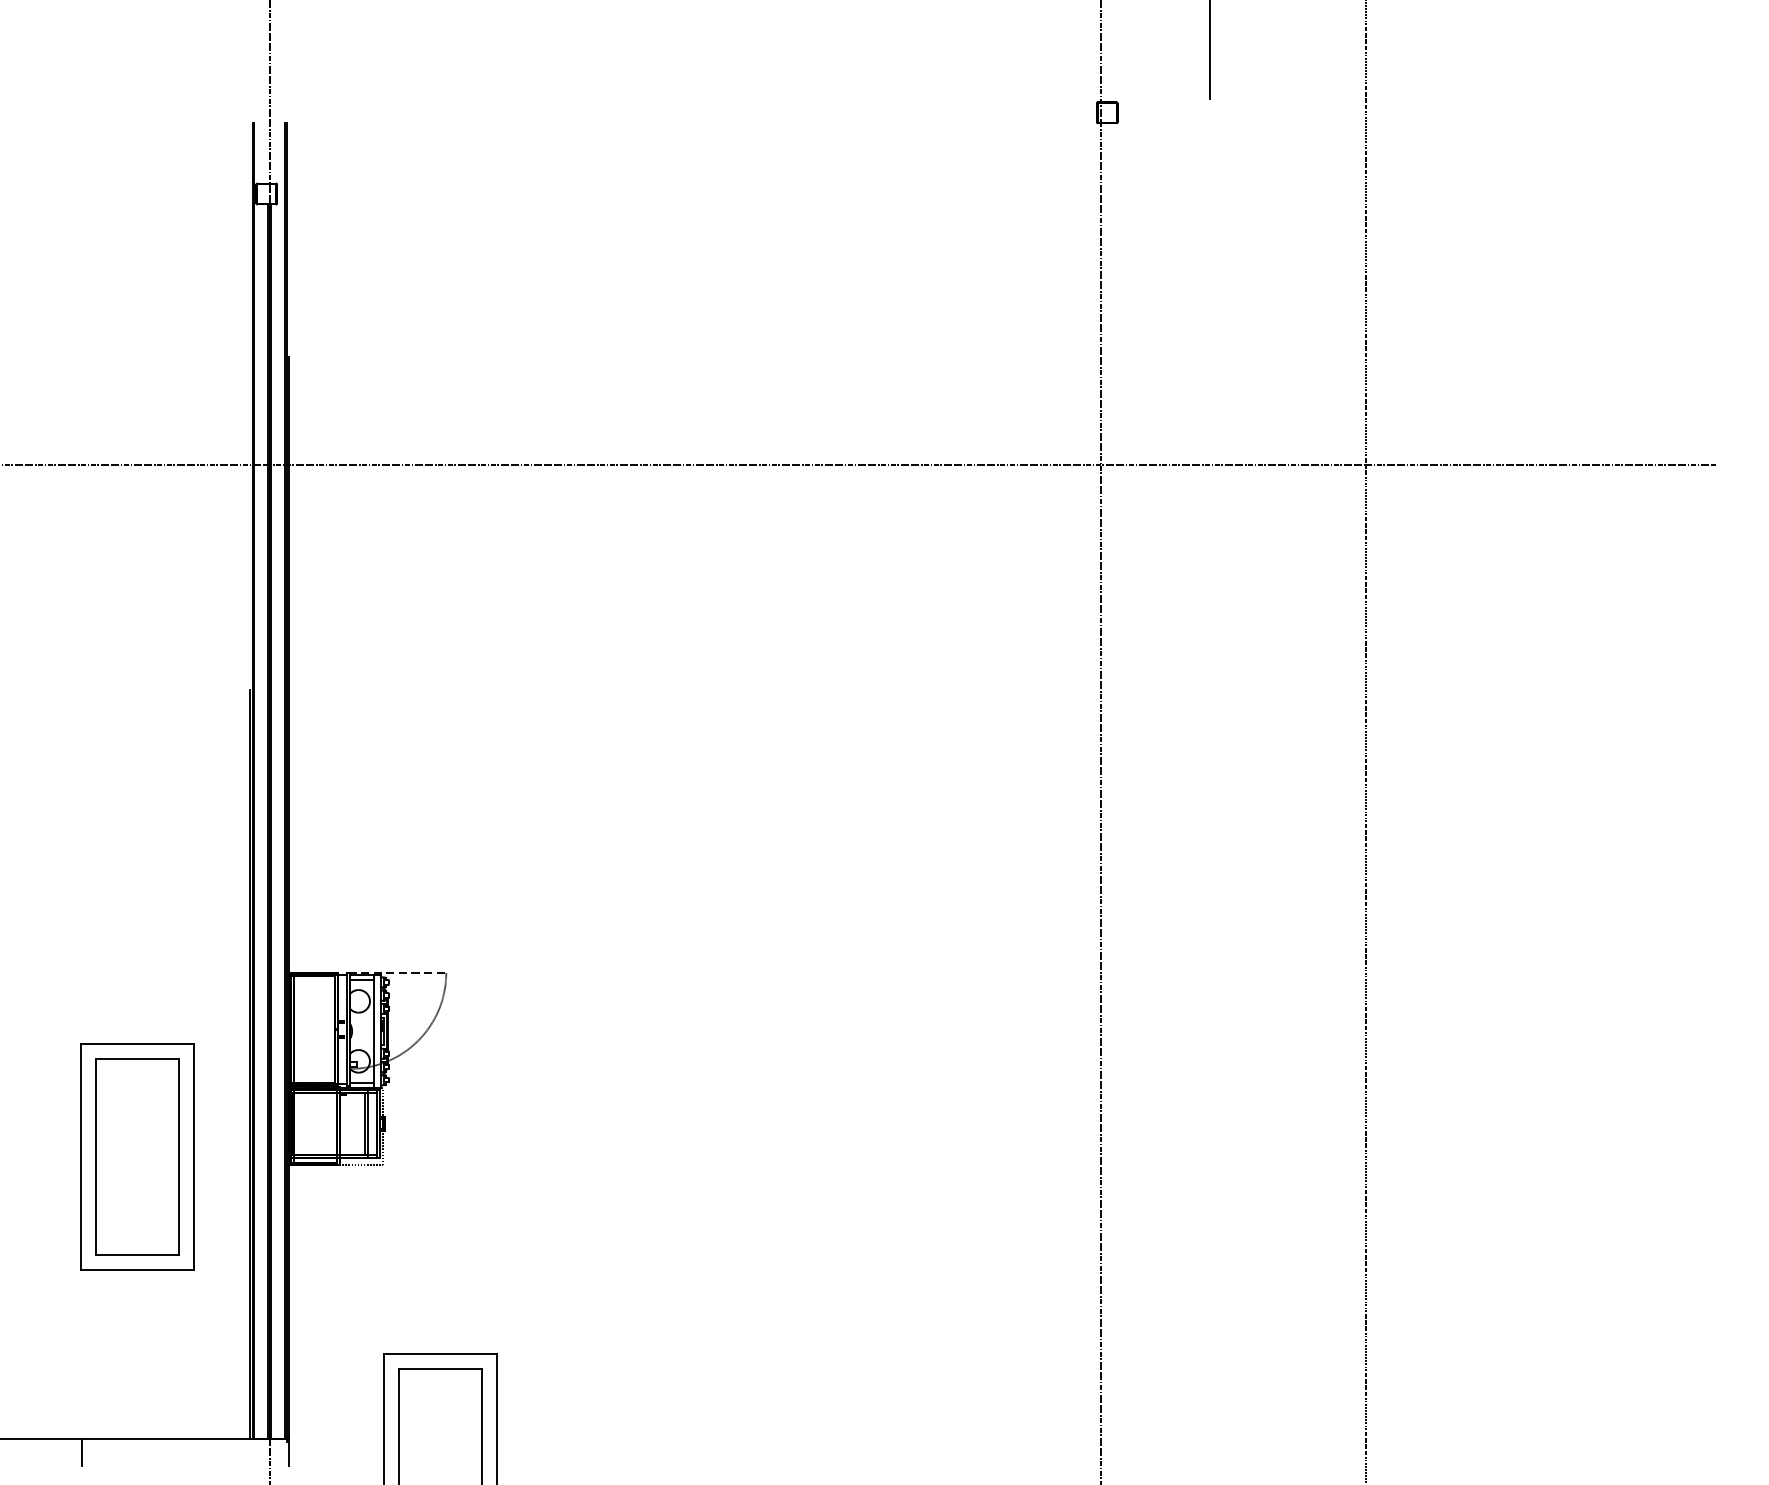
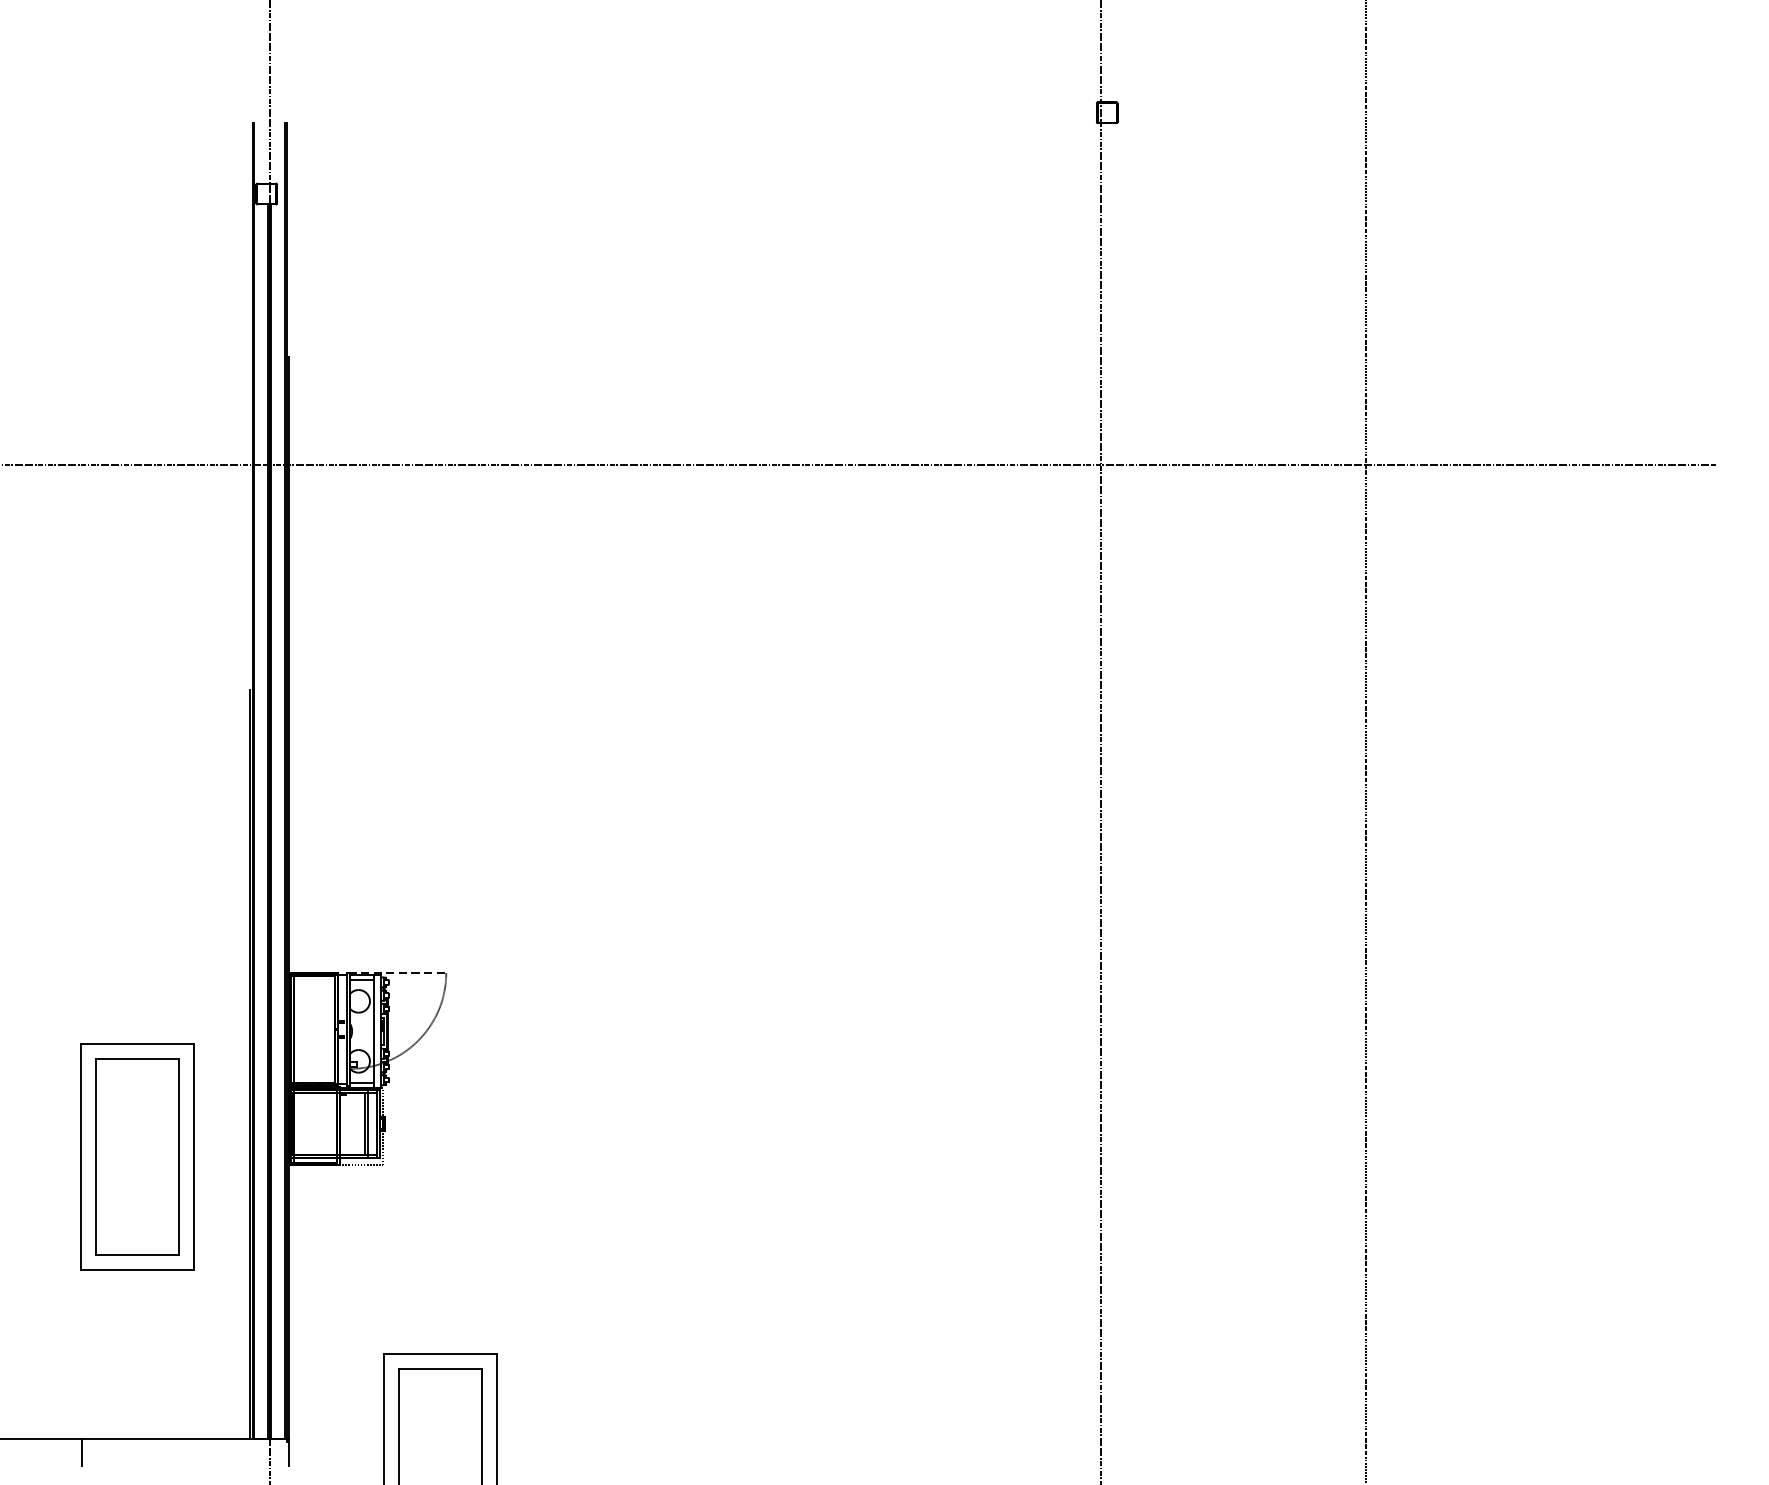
line at (1210, 50): present -> none
